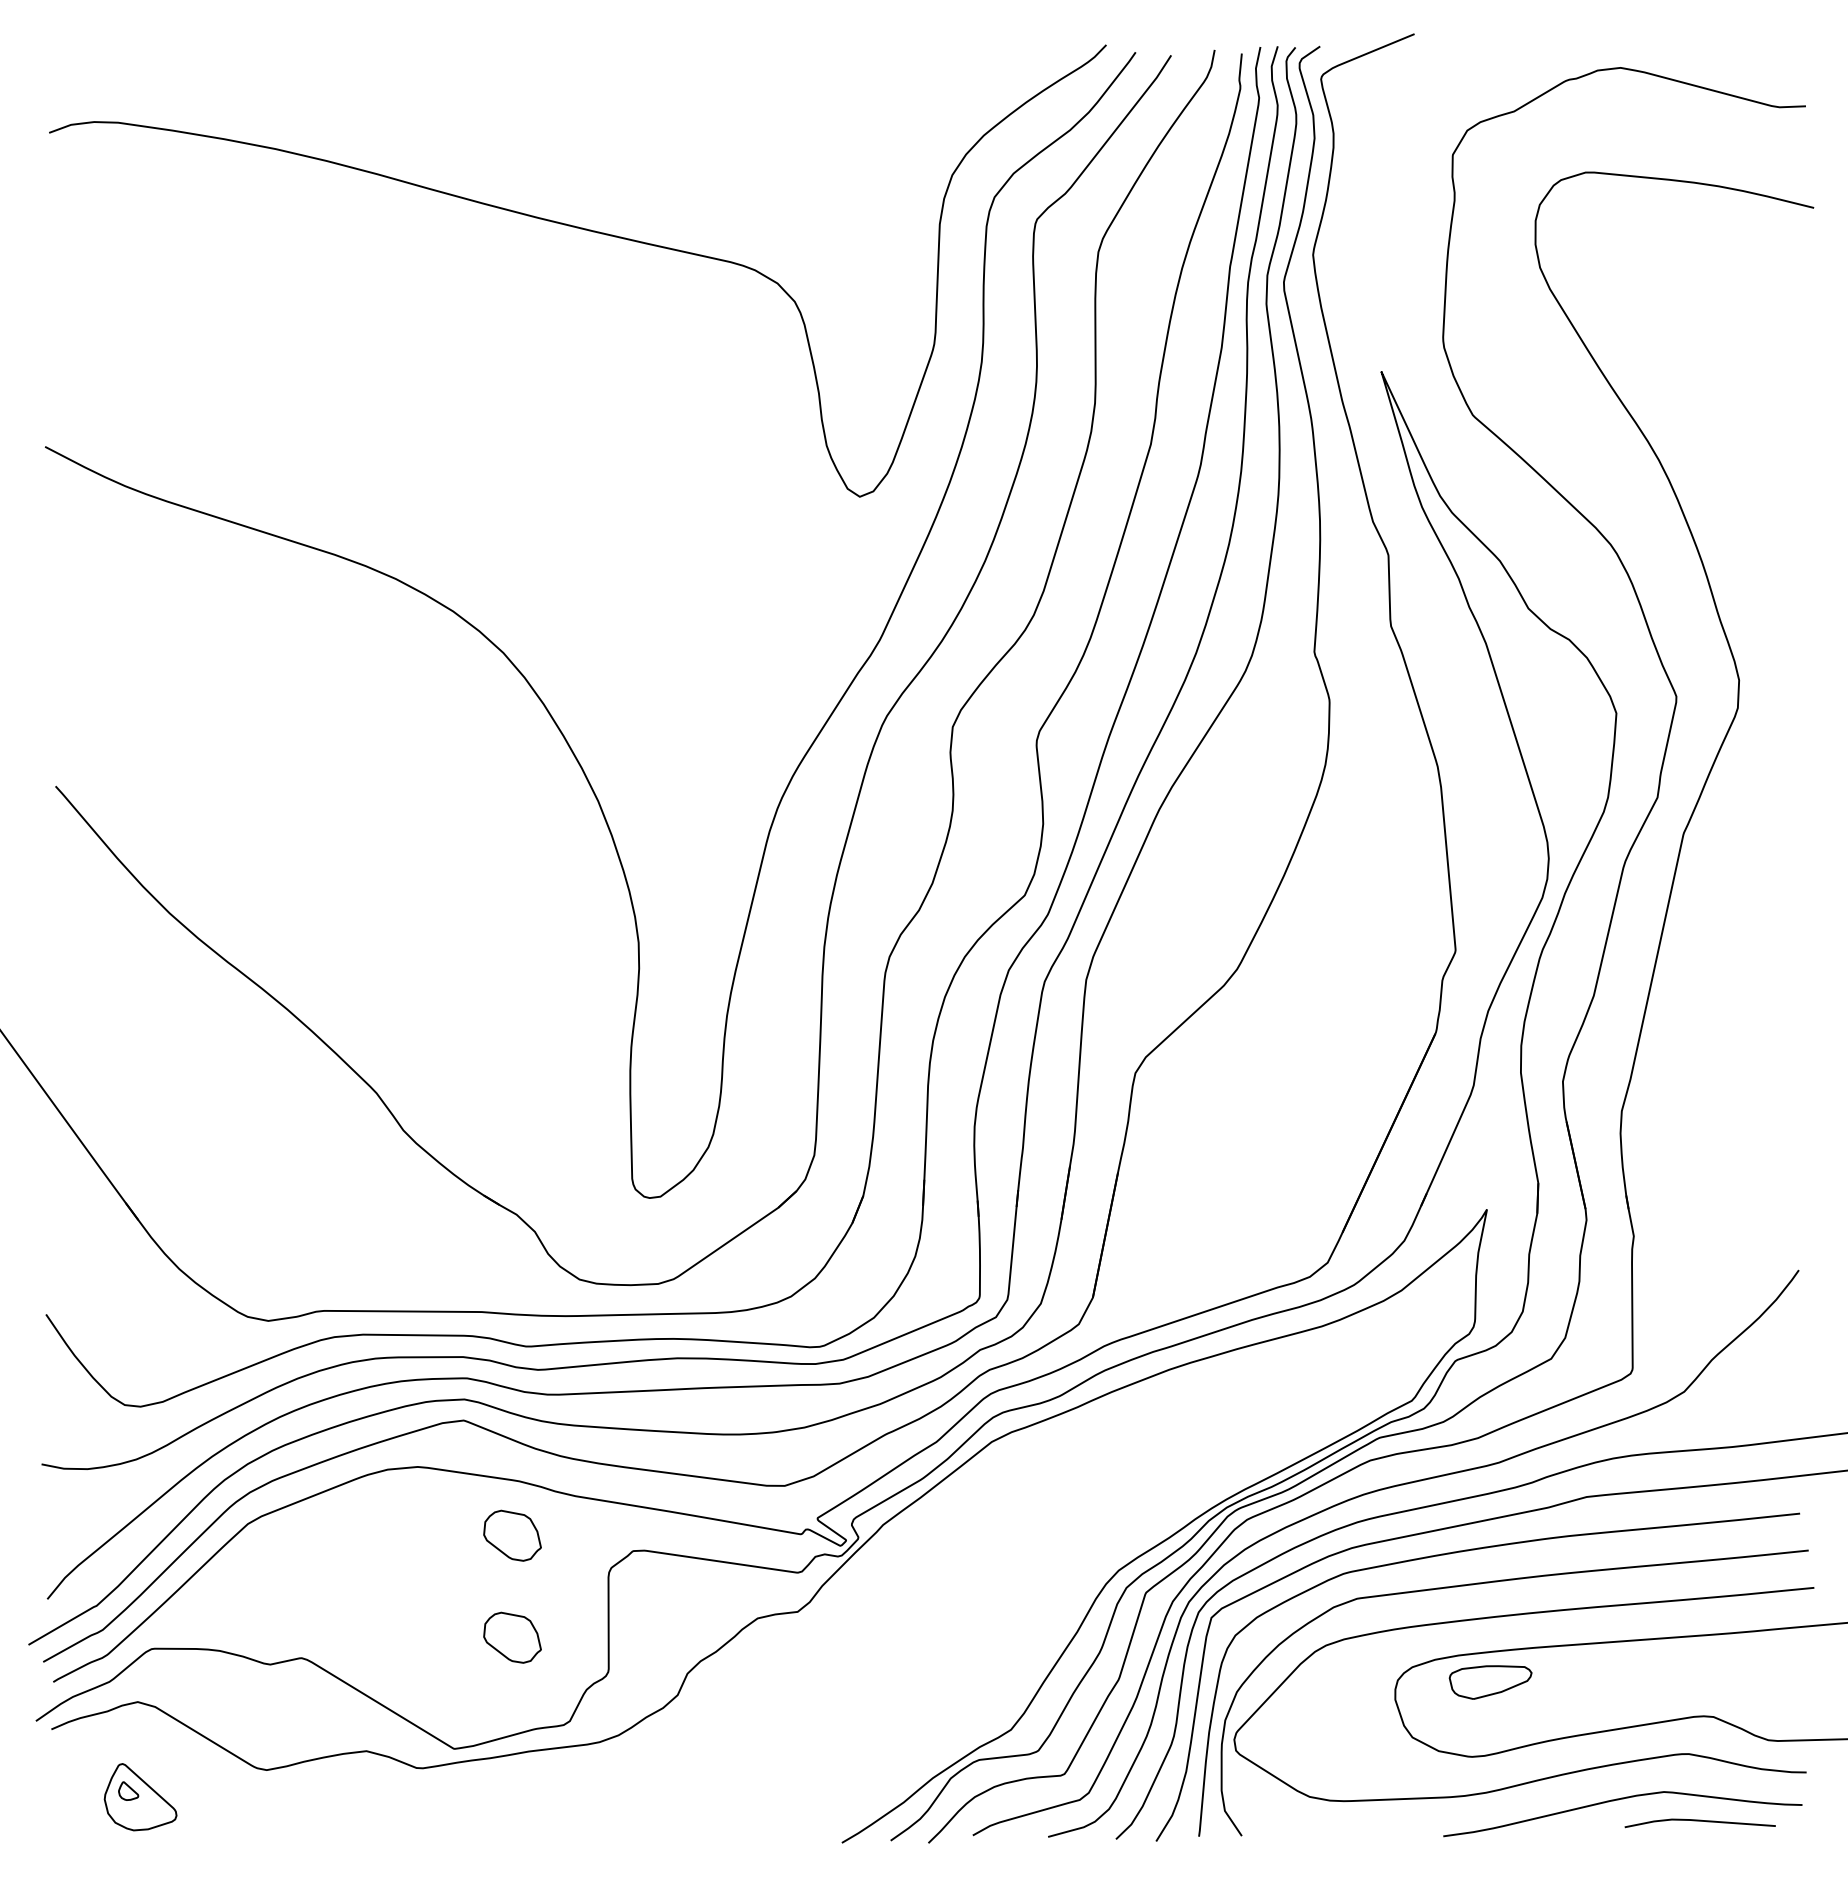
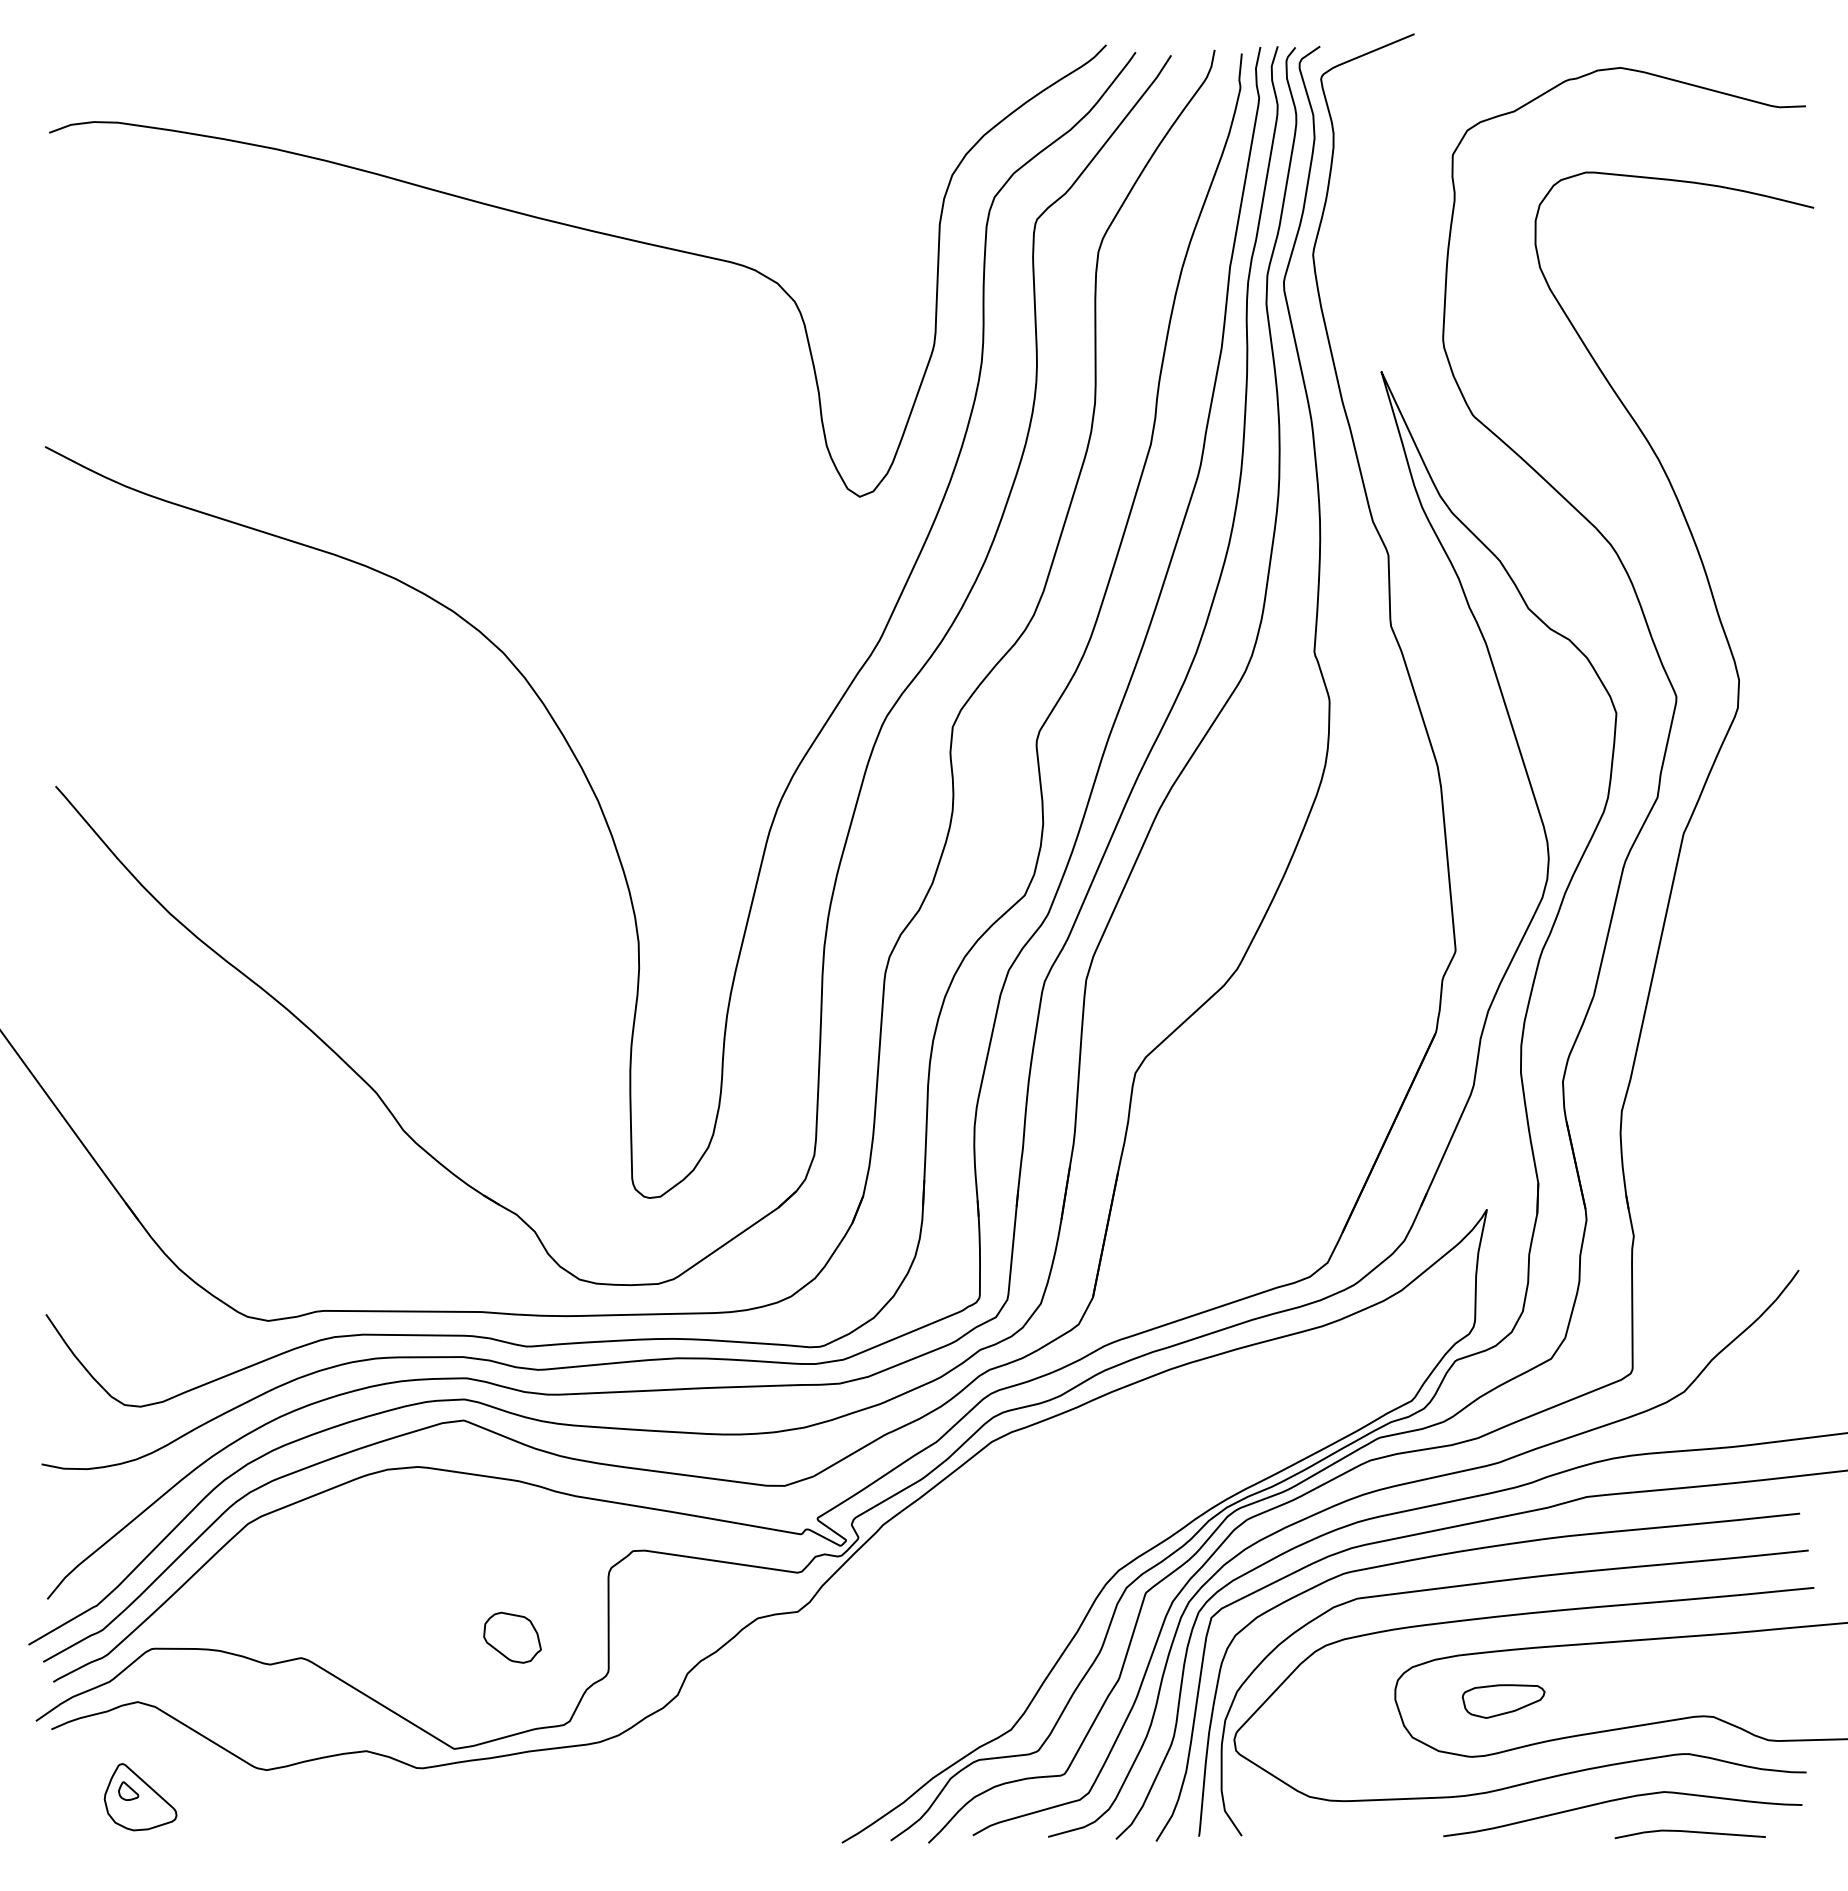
part at (512, 1535): present -> none
part at (1490, 1682) position: (1490, 1682) -> (1503, 1701)
line at (1699, 1821) position: (1699, 1821) -> (1689, 1832)
